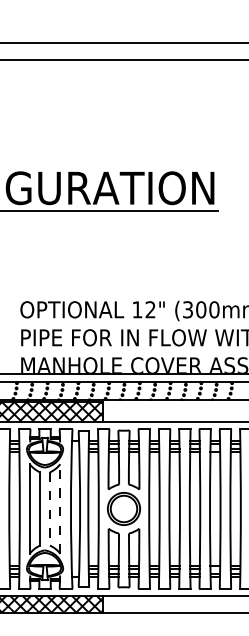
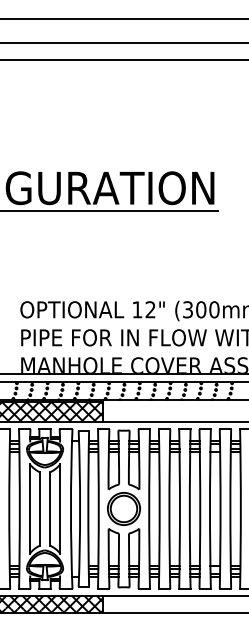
line at (123, 19): none -> present
line at (49, 508): dashed -> solid
line at (60, 508): dashed -> solid
